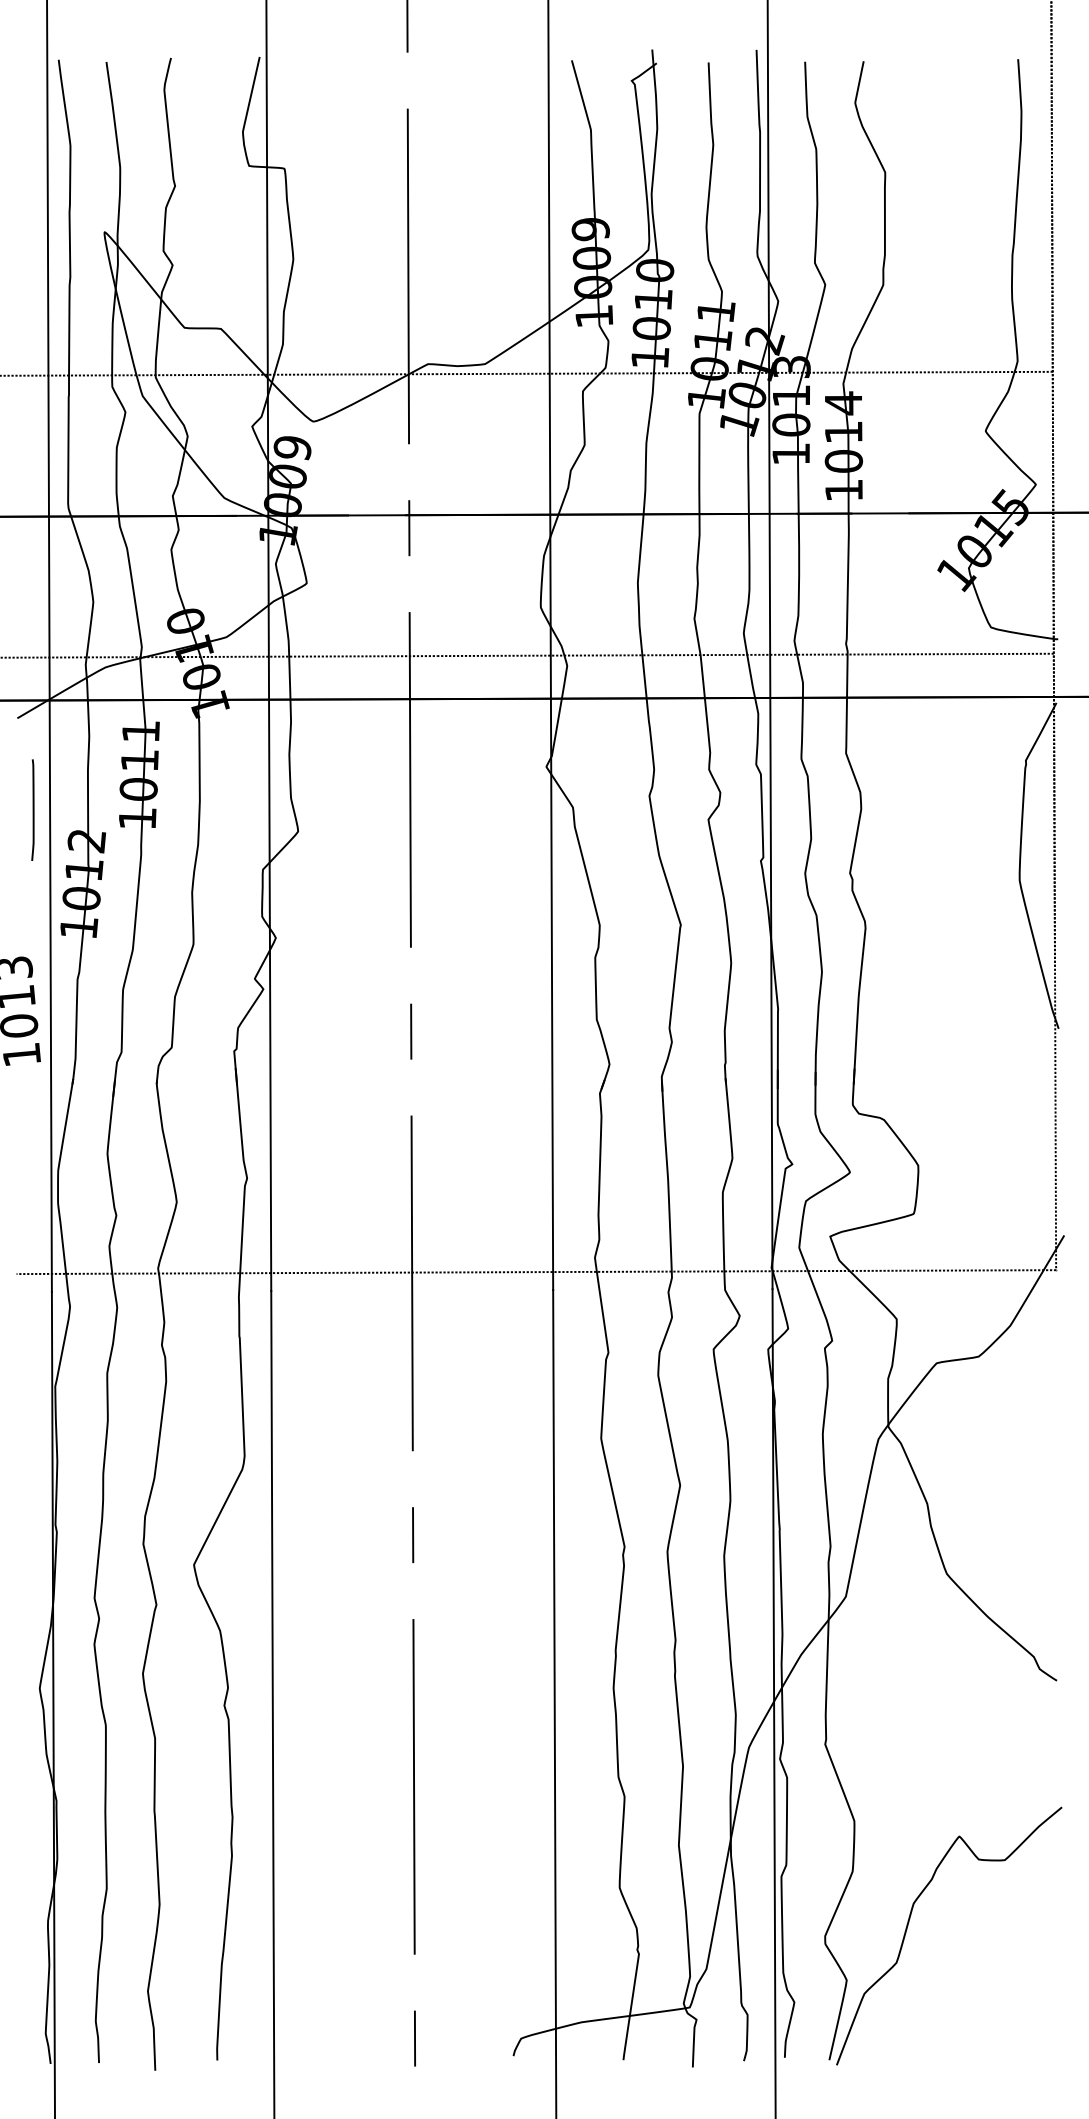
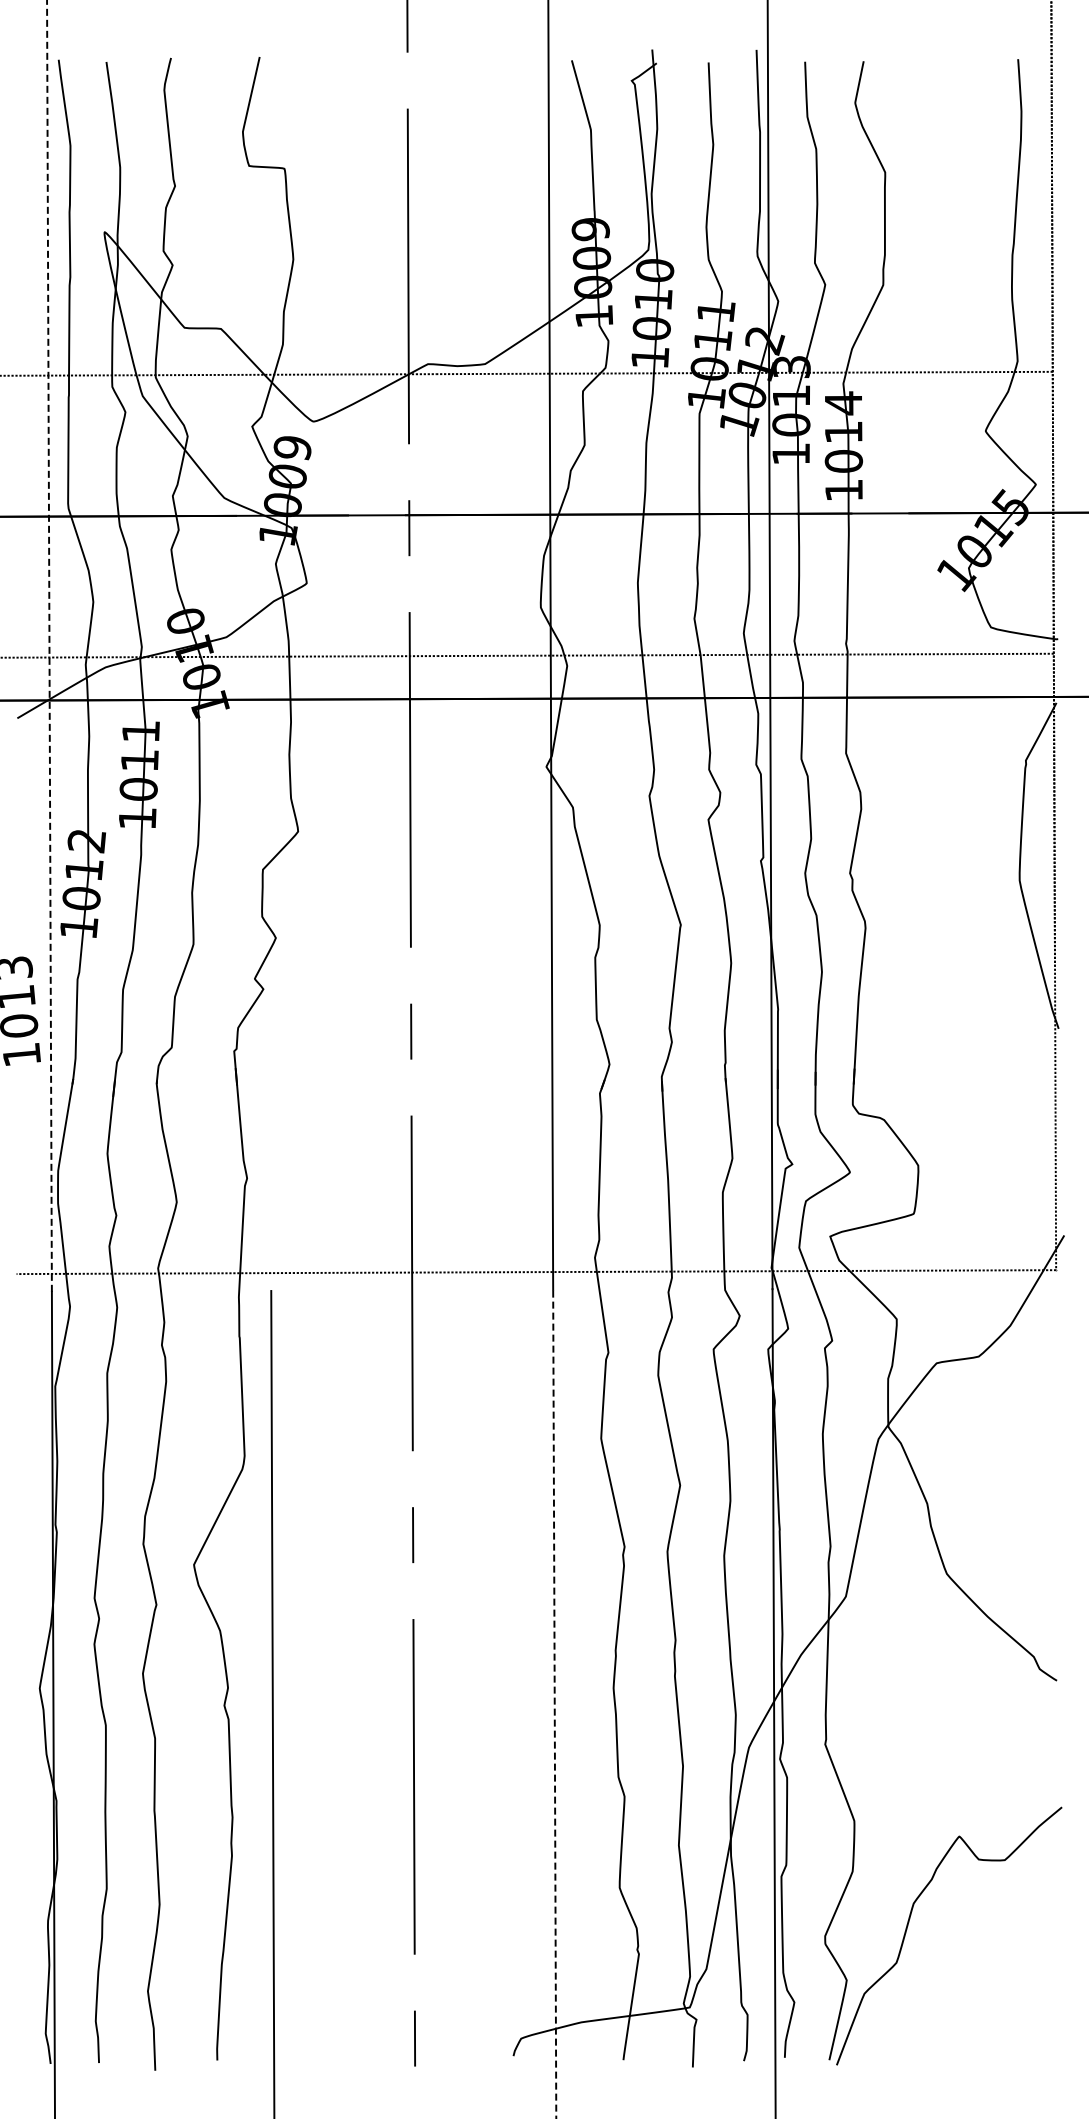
line at (49, 646): solid -> dashed
line at (268, 646): present -> none
line at (32, 809): present -> none
line at (554, 1703): solid -> dashed
